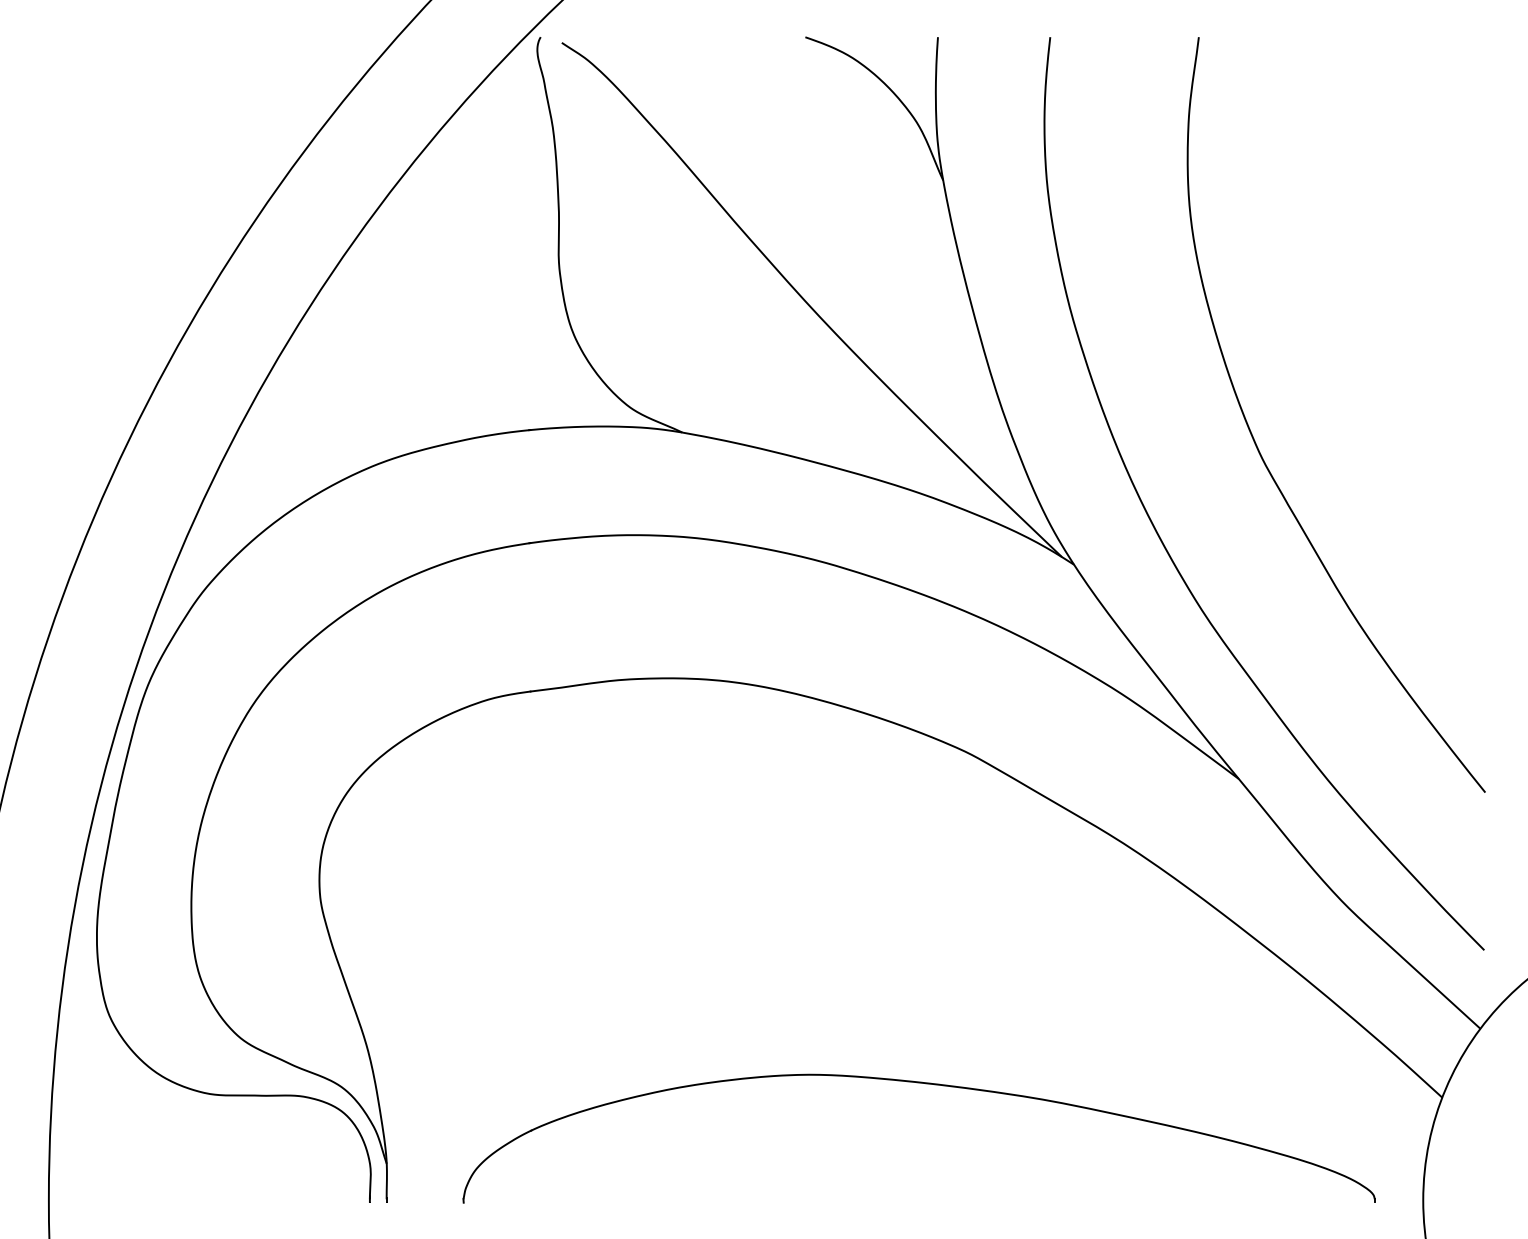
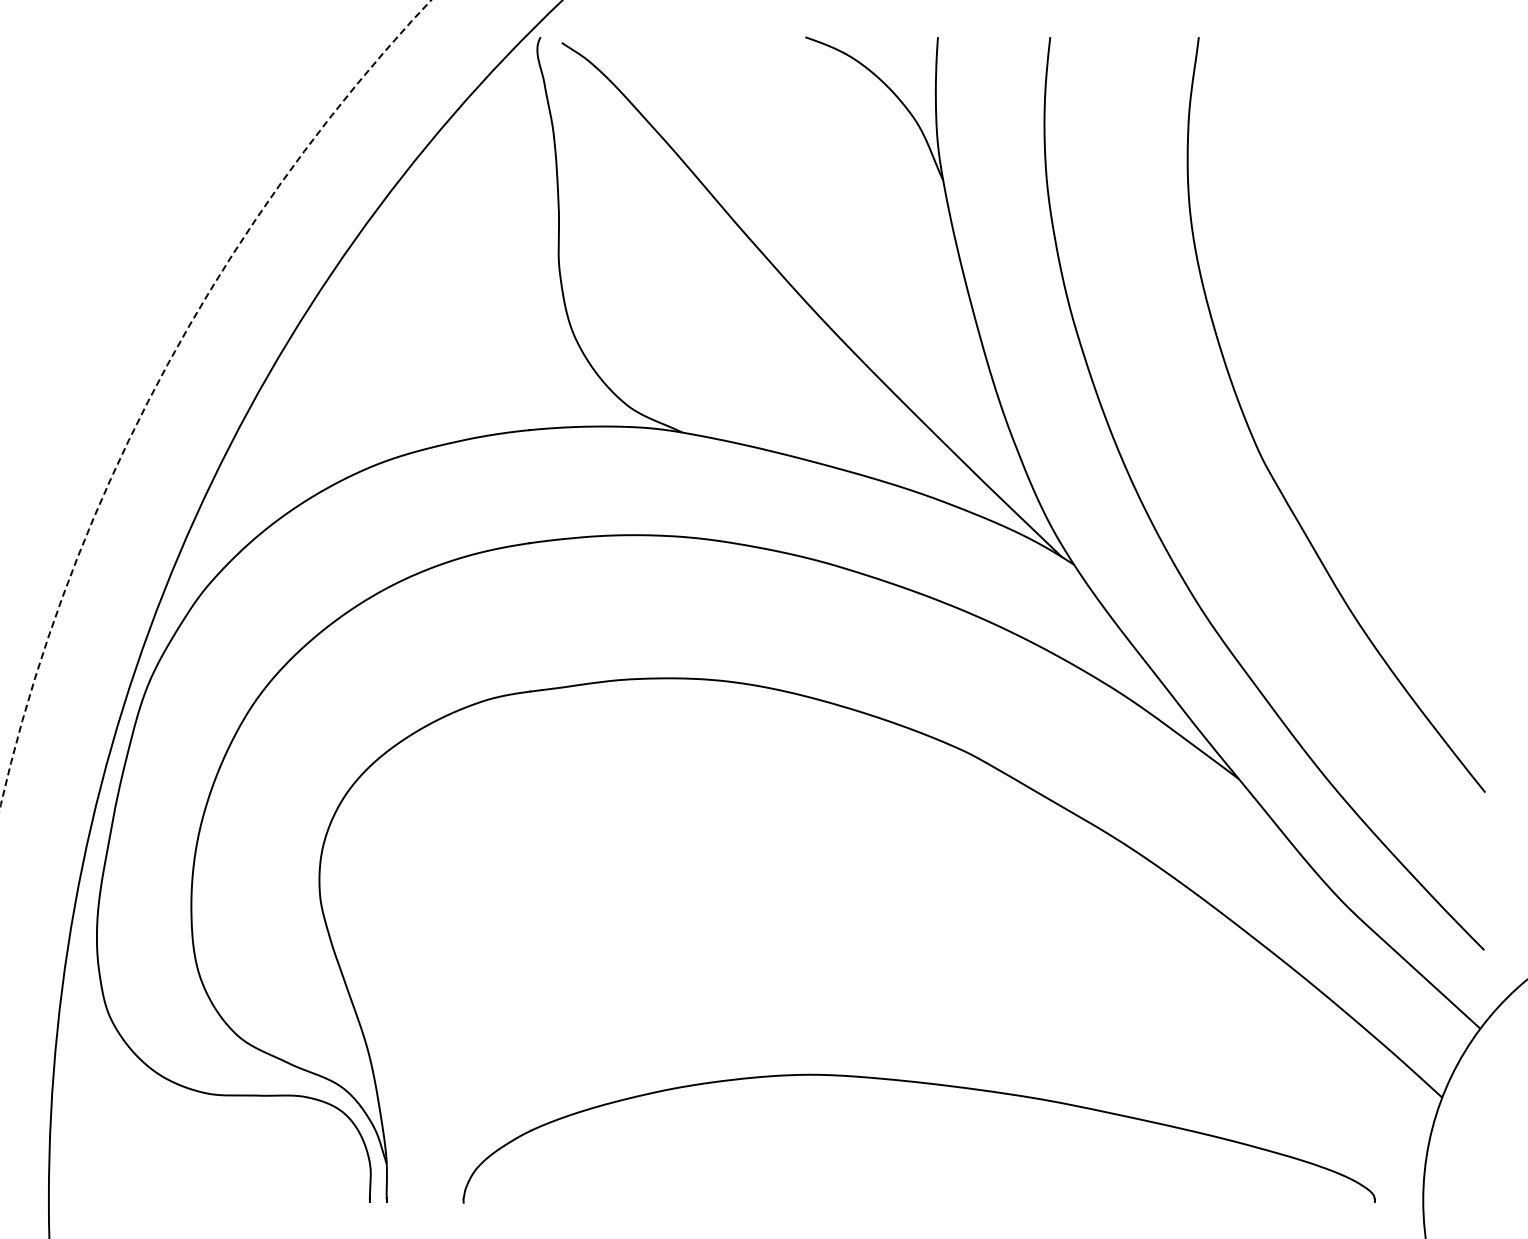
circle at (215, 404): solid -> dashed
